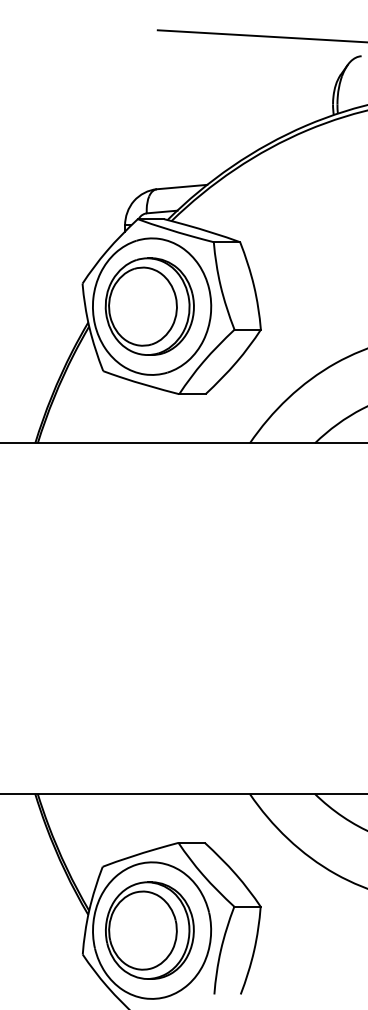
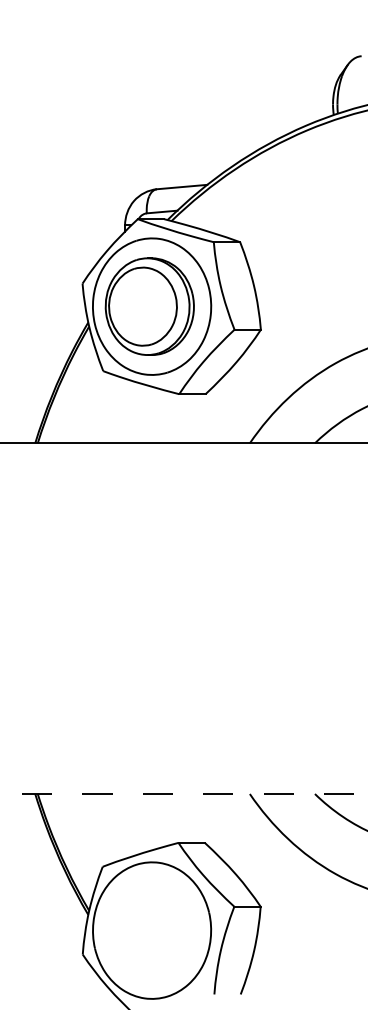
line at (260, 36): present -> none
line at (184, 793): solid -> dashed
part at (149, 930): present -> none
